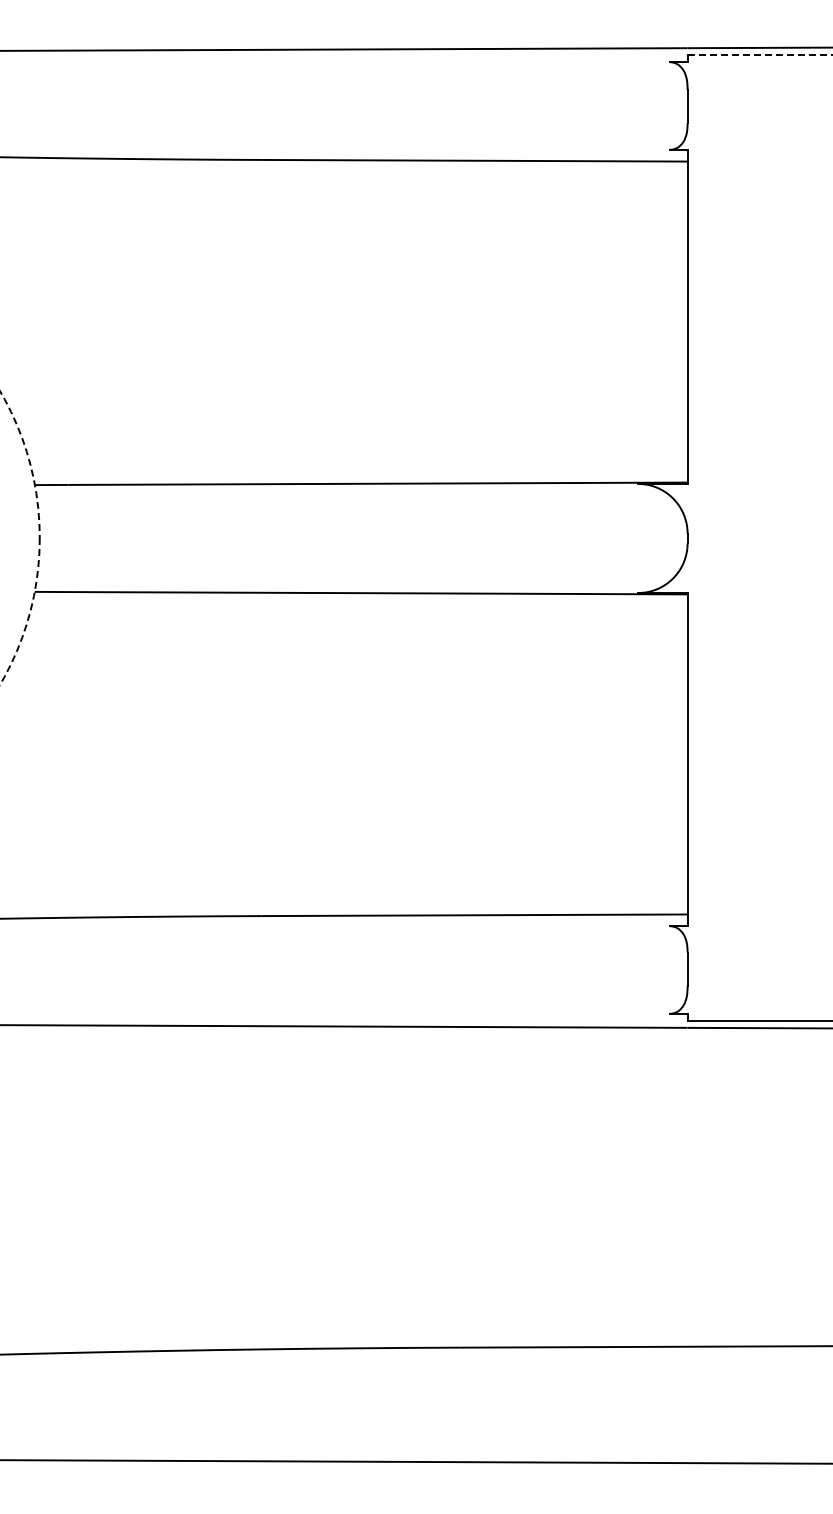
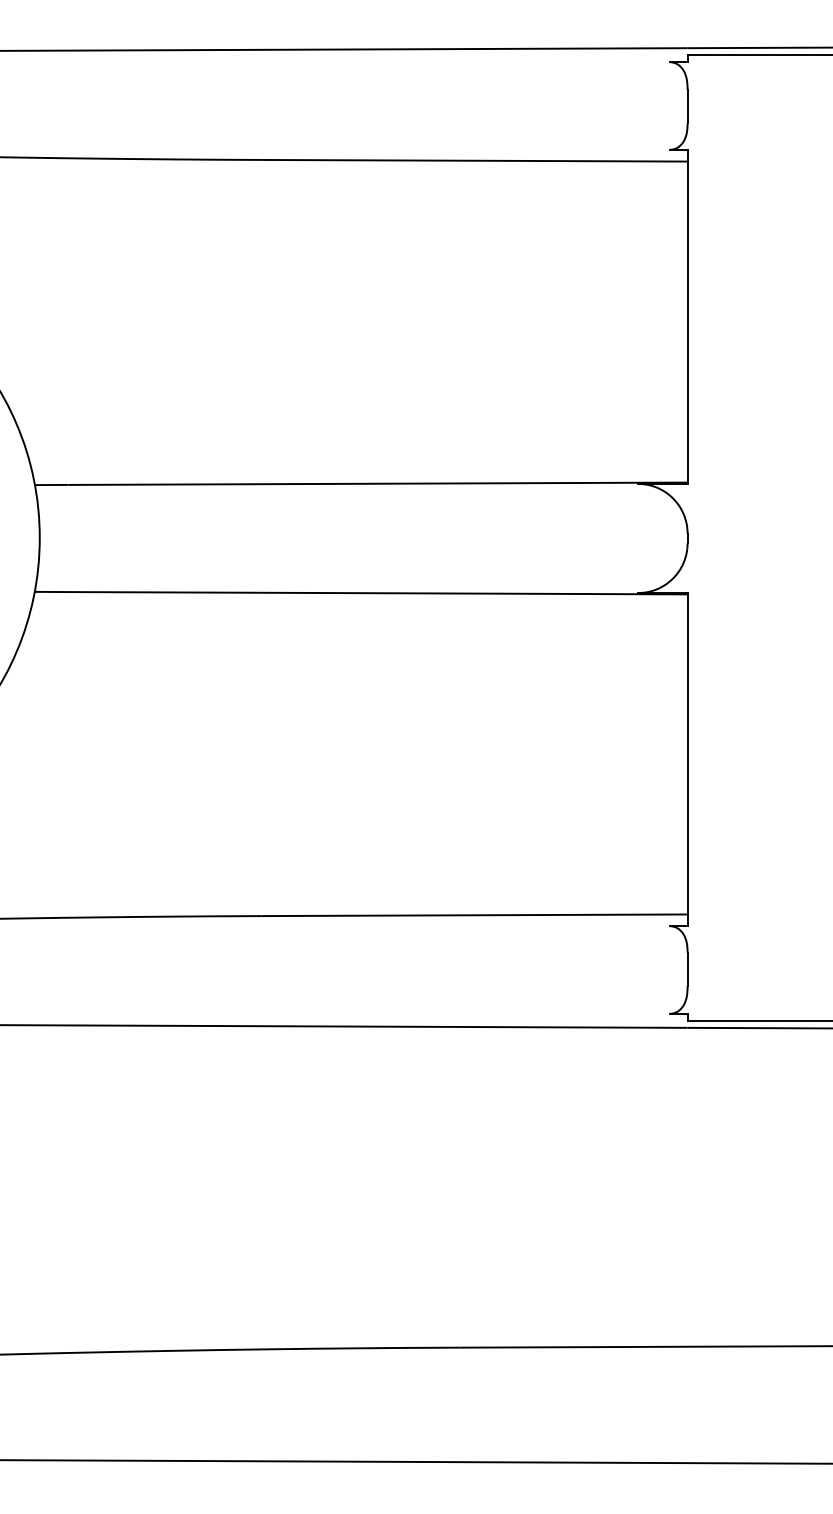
line at (760, 54): dashed -> solid
circle at (19, 537): dashed -> solid
